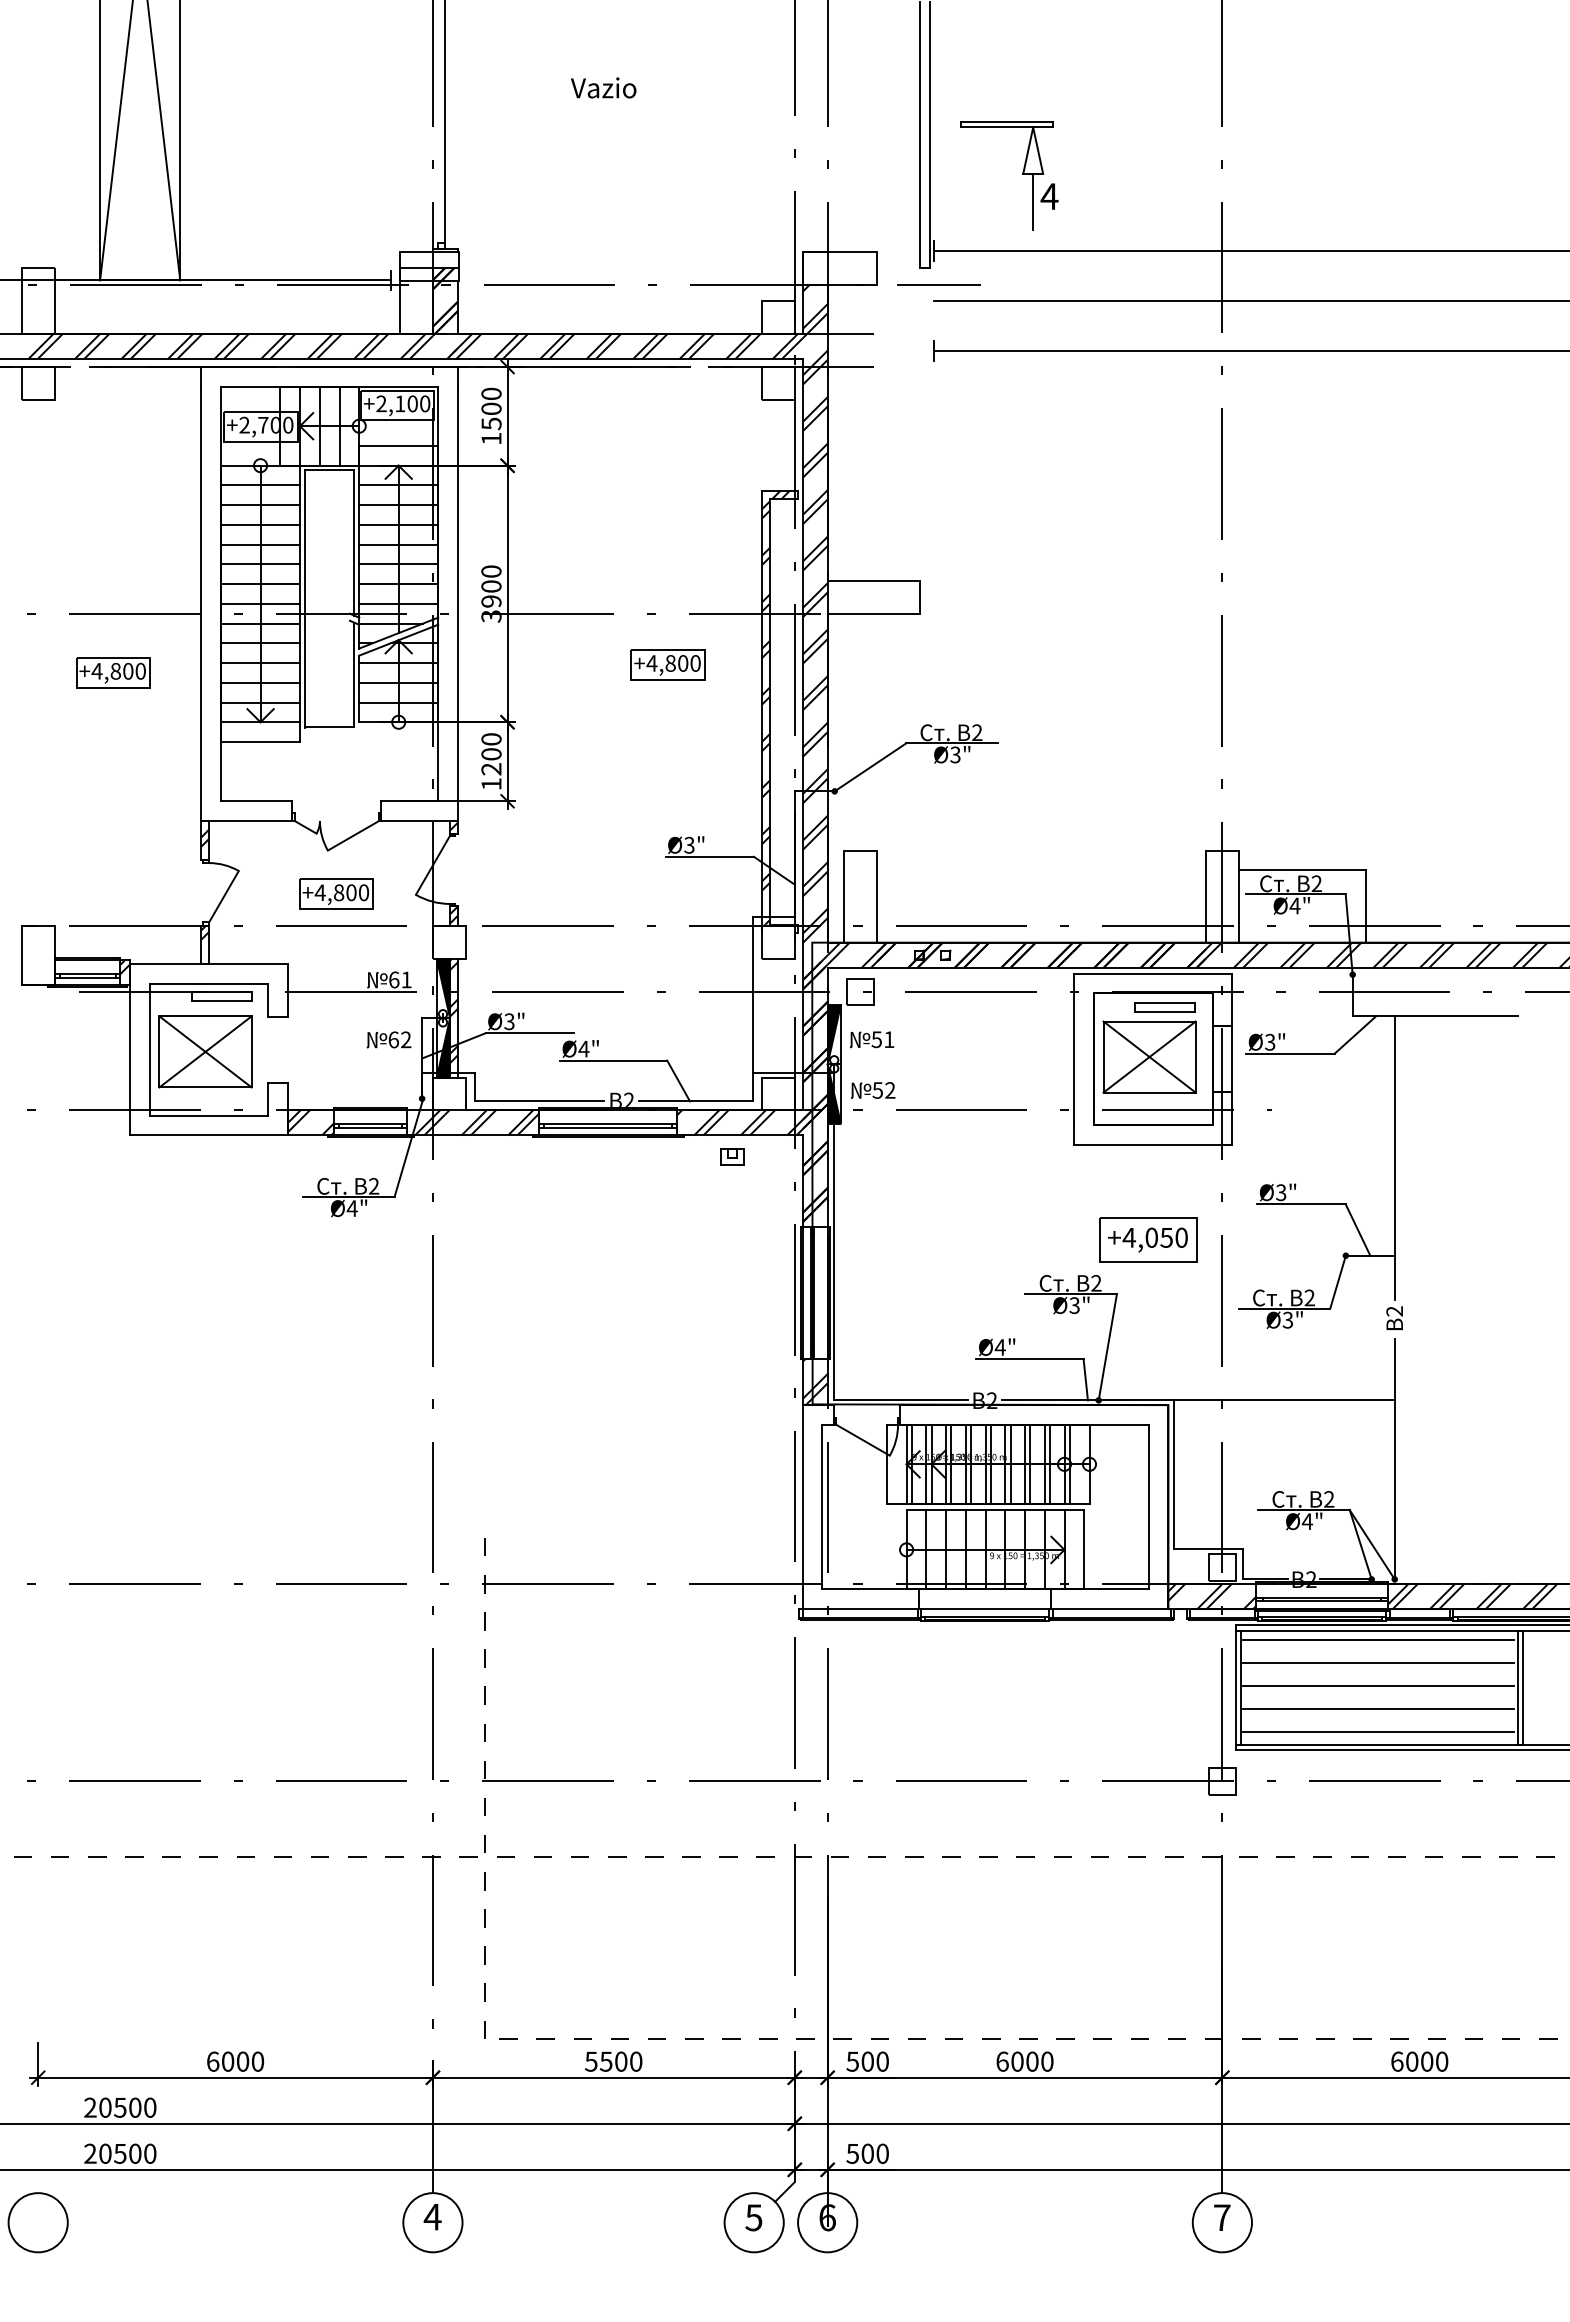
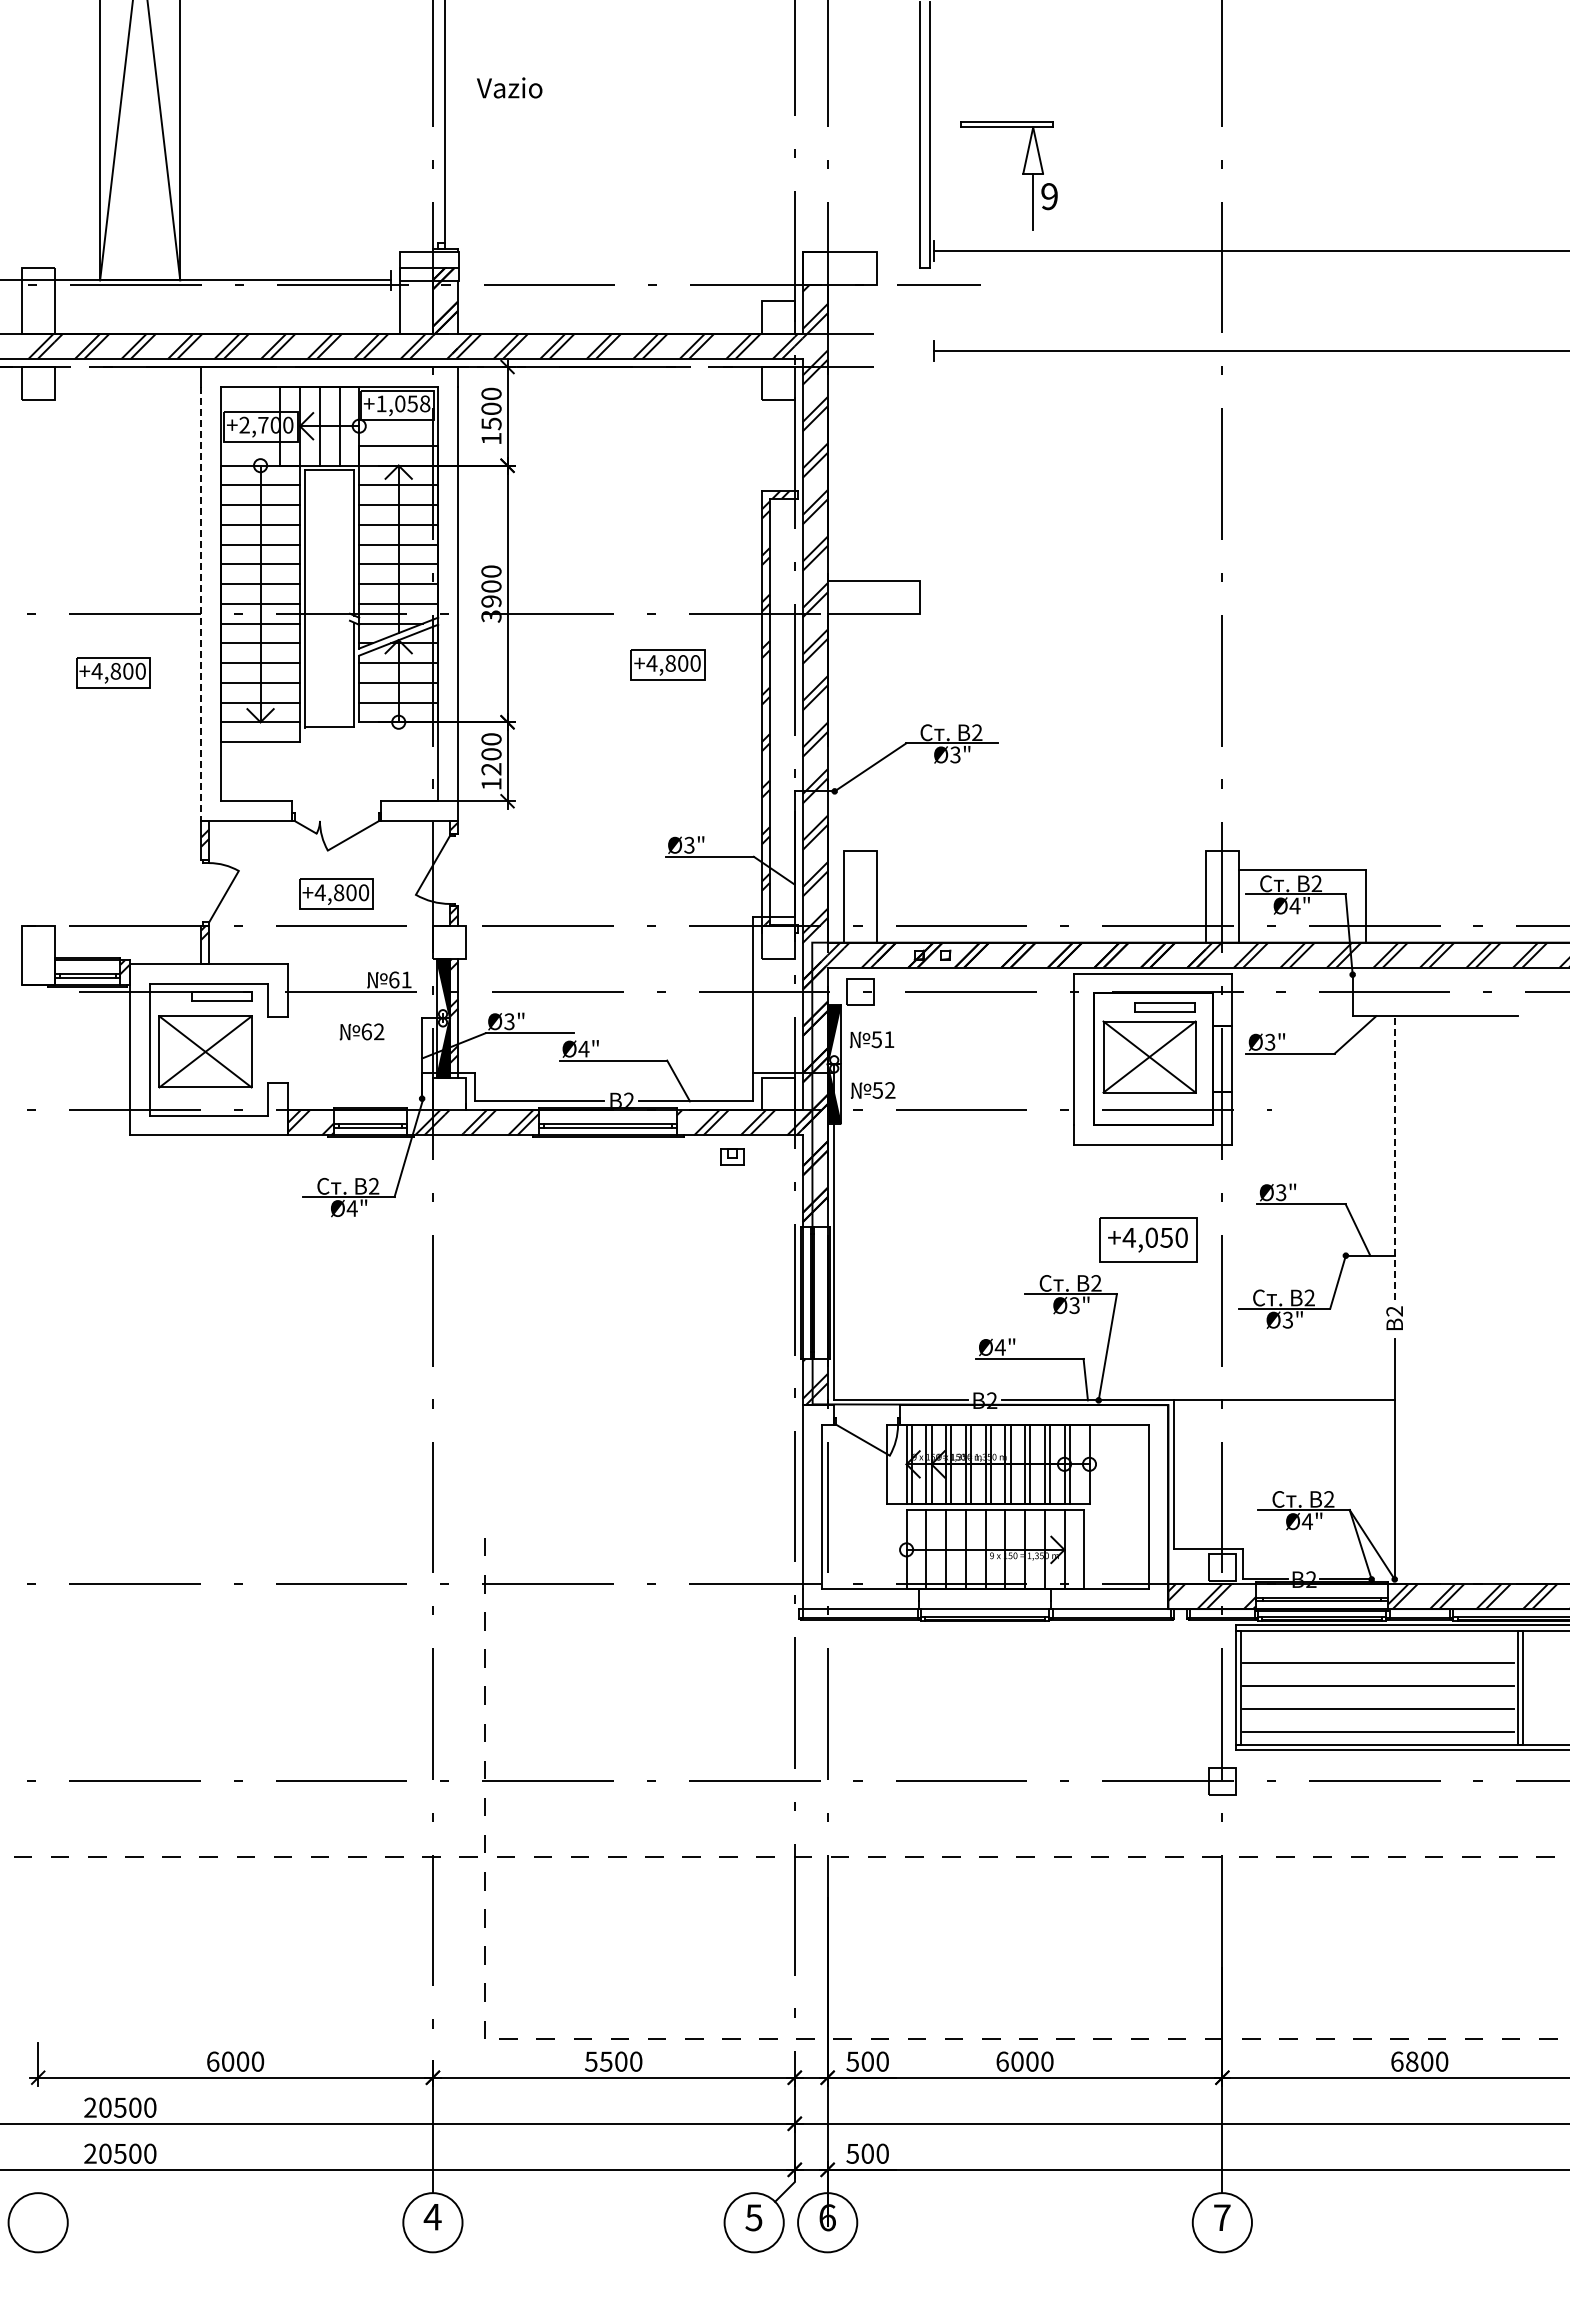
text at (603, 87) position: (603, 87) -> (509, 87)
text at (1049, 196): 4 -> 9
line at (1249, 301): present -> none
text at (403, 403): +2,100 -> +1,058
line at (201, 604): solid -> dashed
text at (388, 1039) position: (388, 1039) -> (361, 1031)
line at (1394, 1158): solid -> dashed
line at (1378, 1640): present -> none
text at (1412, 2061): 6000 -> 6800
